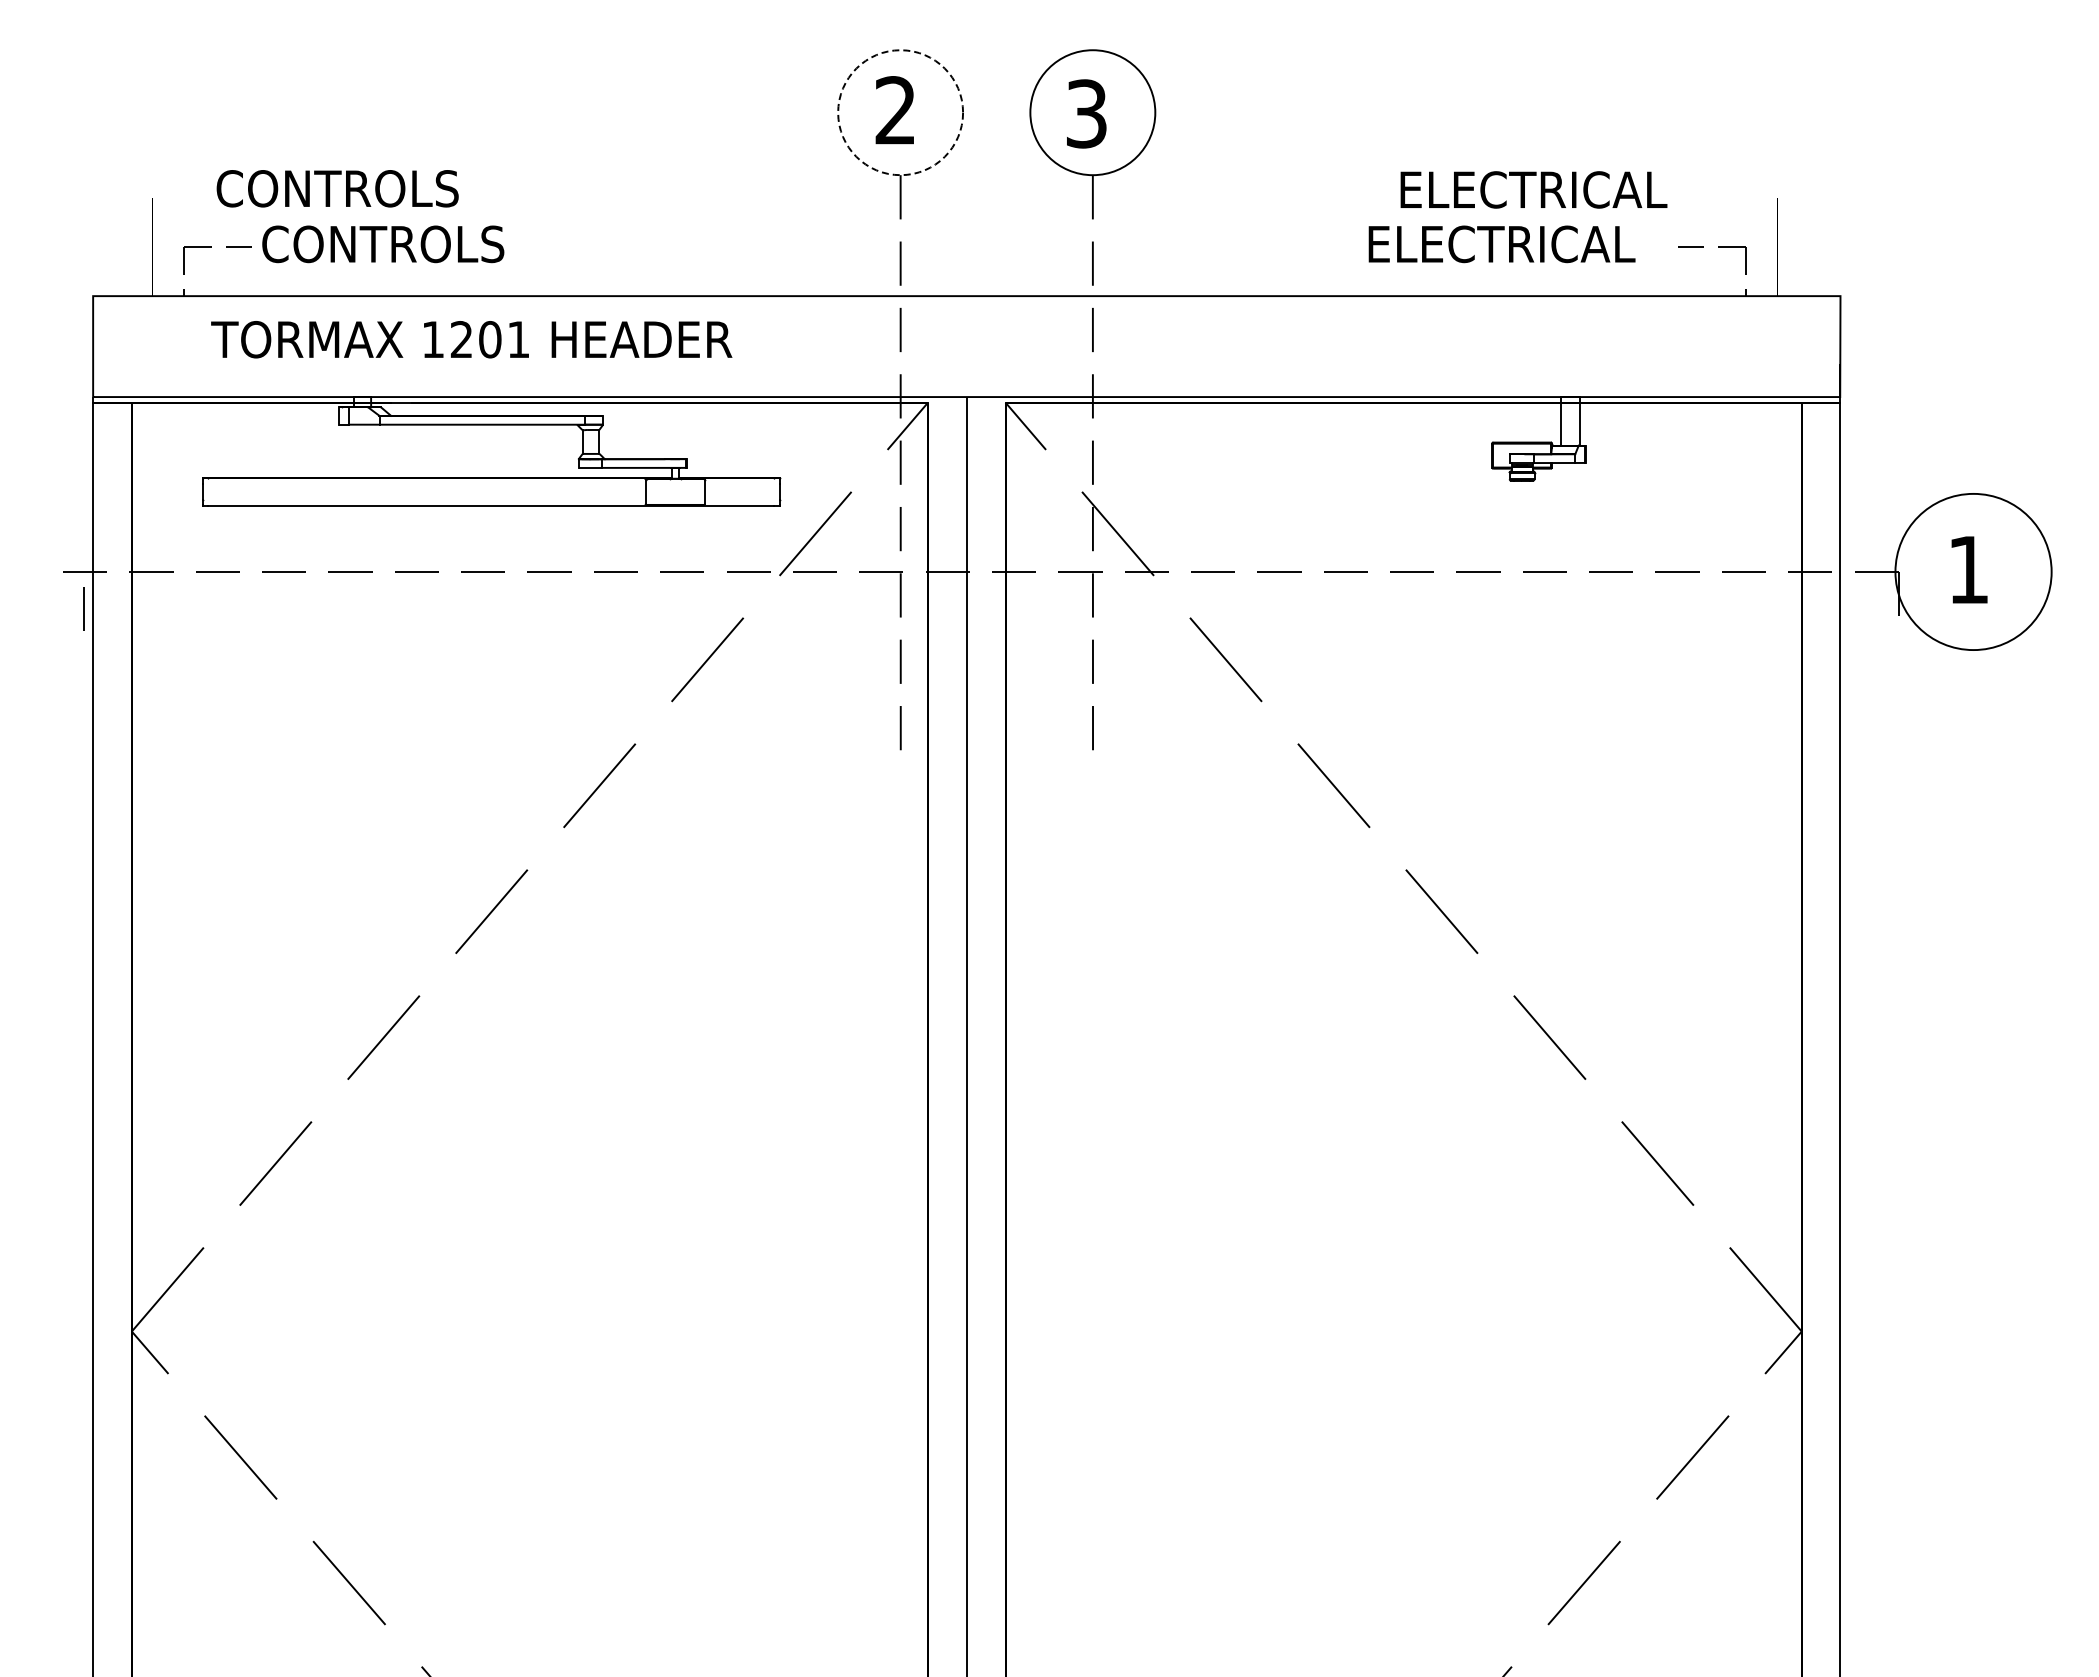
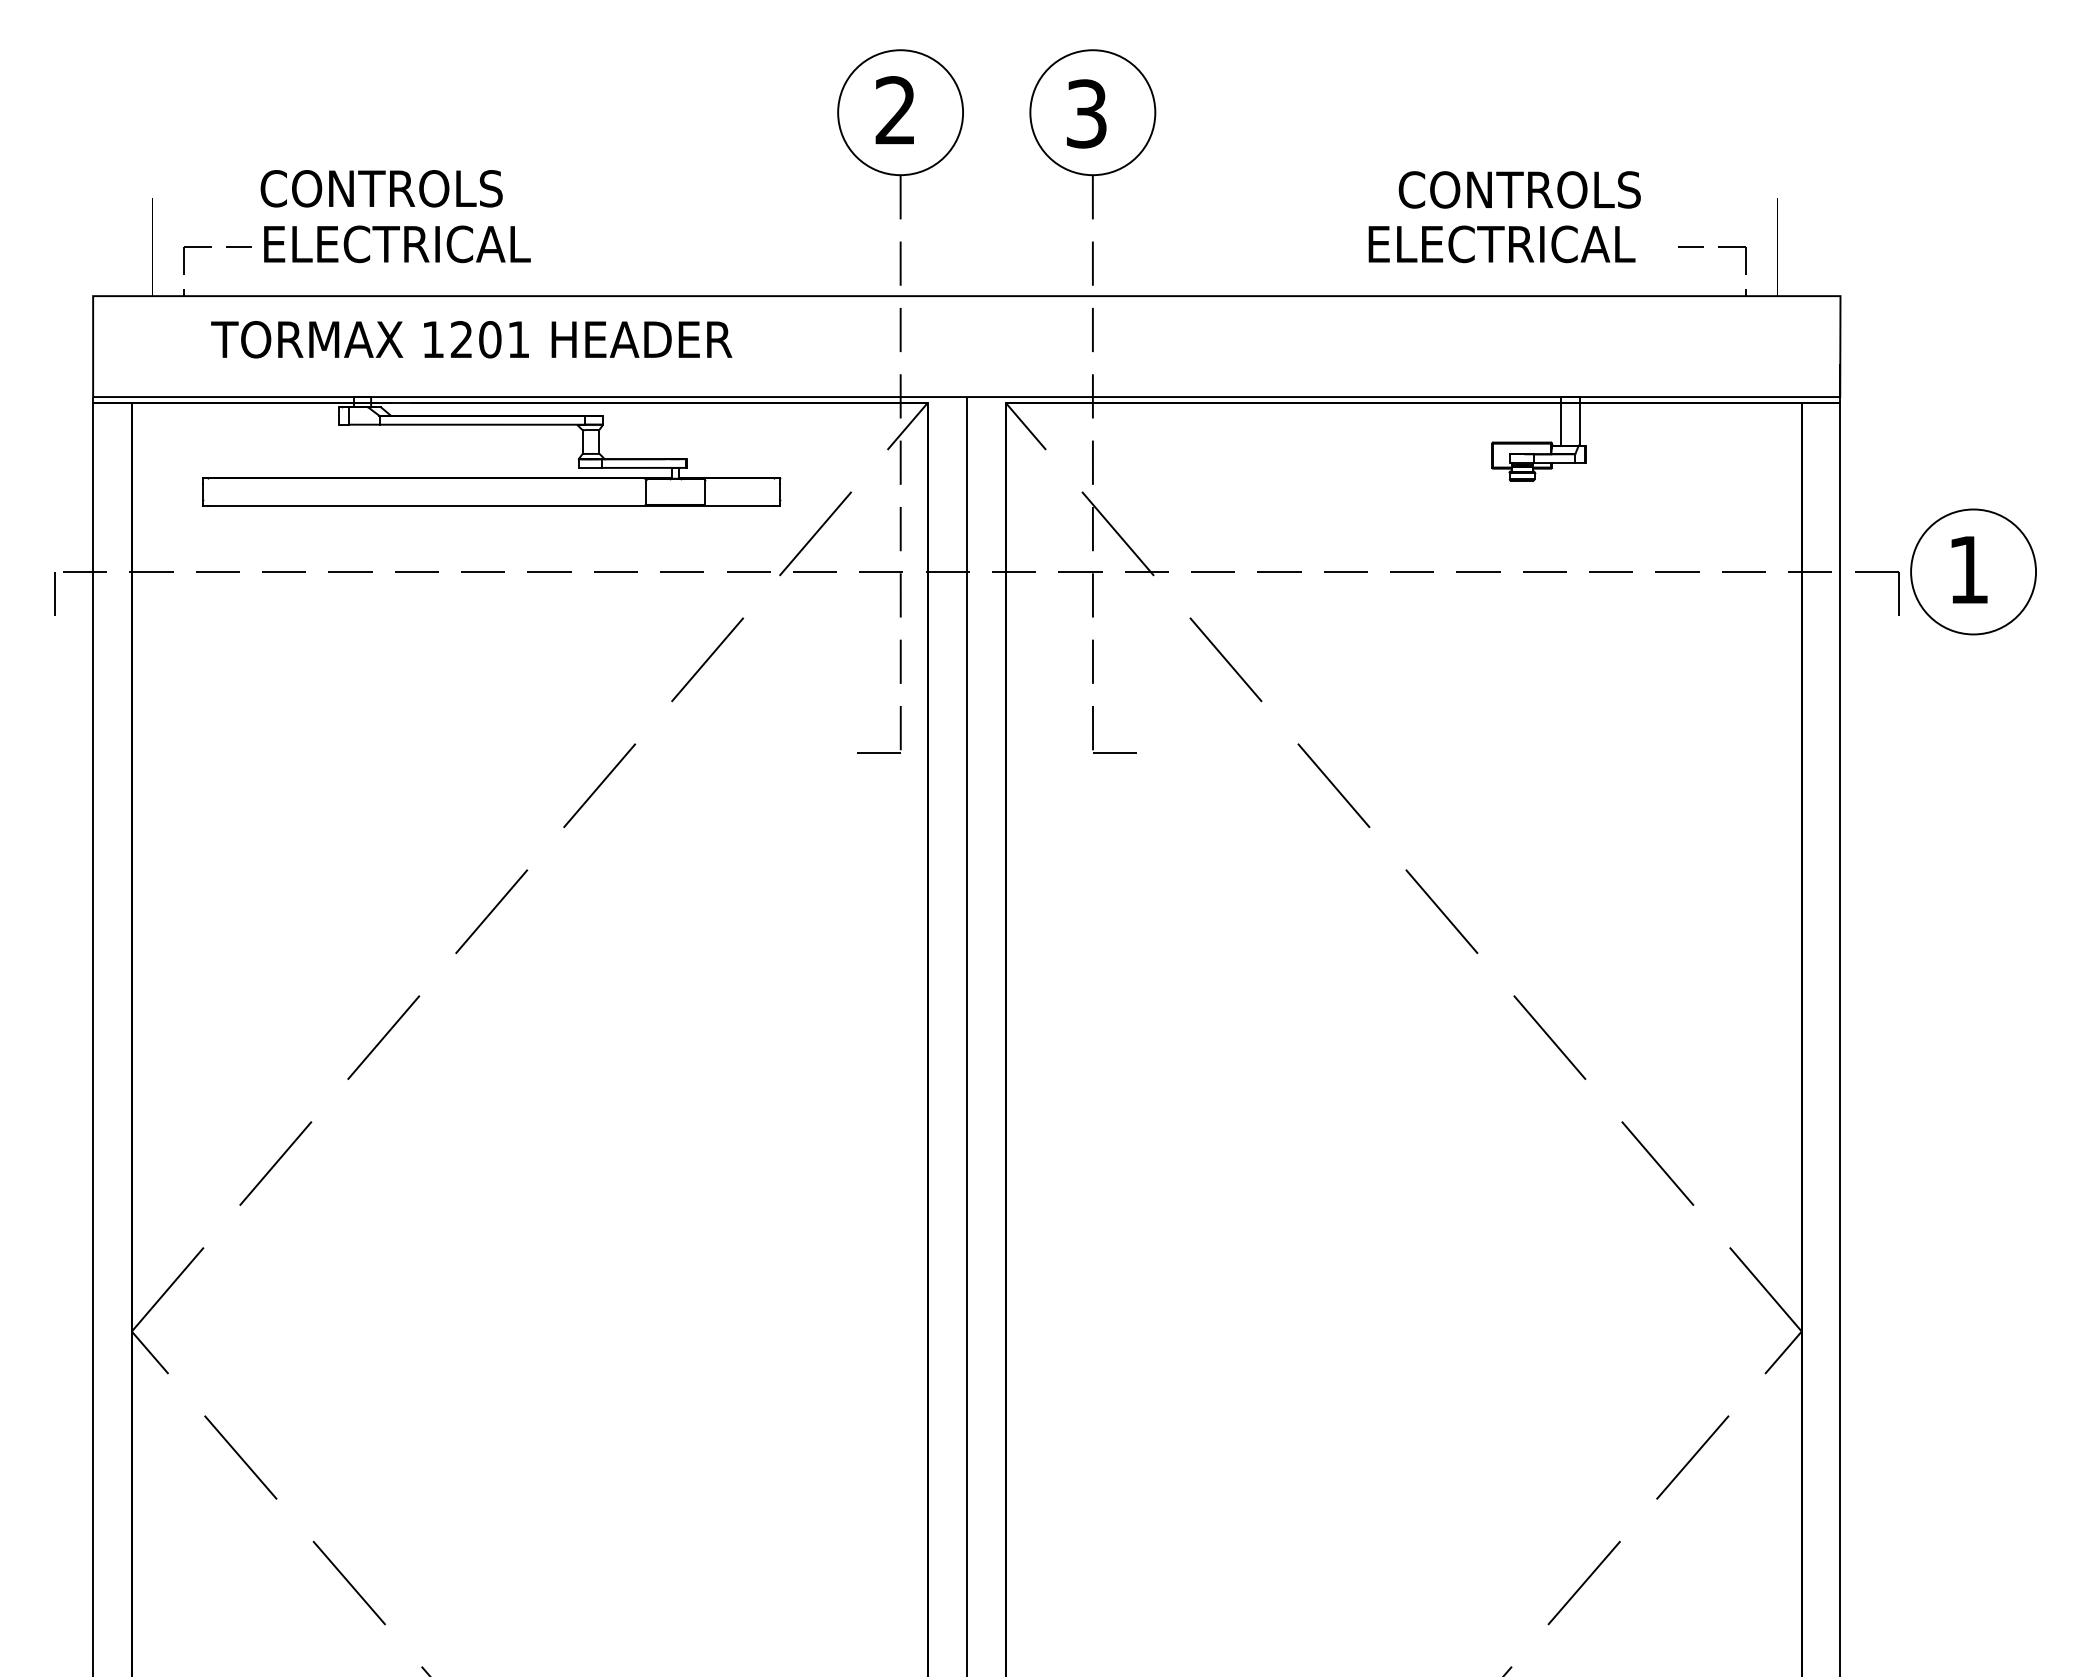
circle at (900, 112): dashed -> solid
text at (337, 188) position: (337, 188) -> (381, 188)
text at (1532, 189): ELECTRICAL -> CONTROLS
text at (396, 244): CONTROLS -> ELECTRICAL
circle at (1973, 571) diameter: 156 px -> 125 px
line at (83, 608) position: (83, 608) -> (54, 593)
line at (878, 752): none -> present
line at (1115, 752): none -> present
